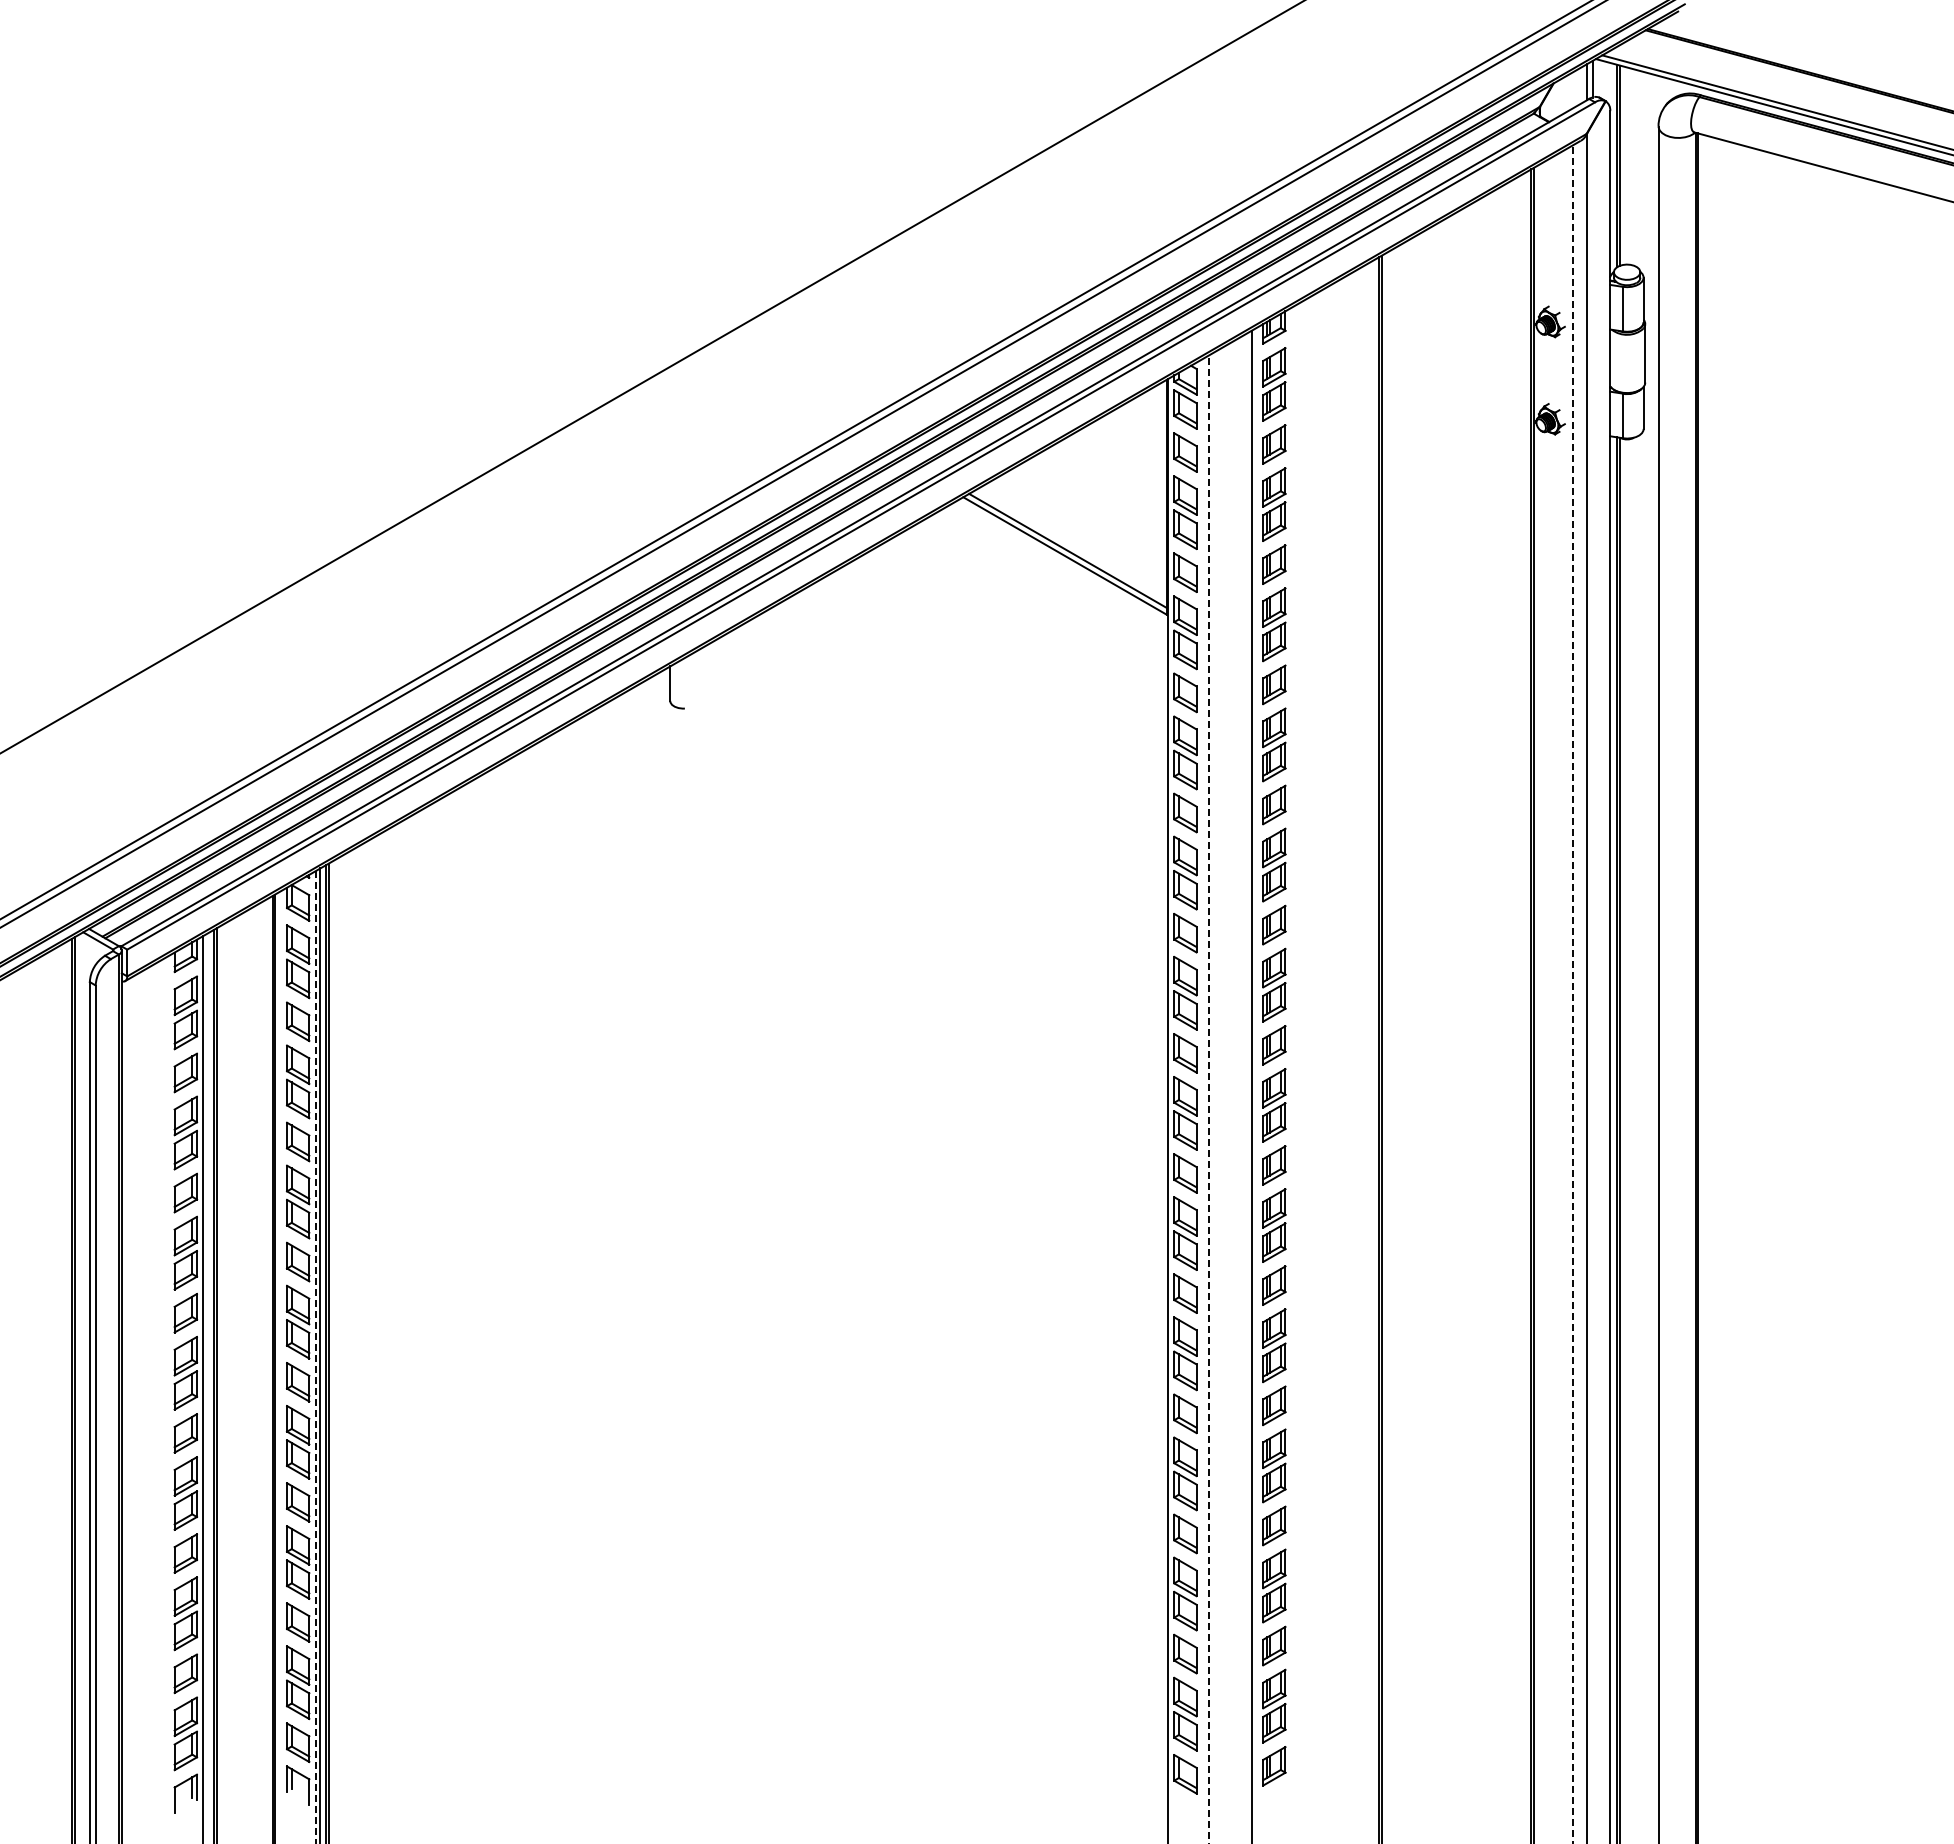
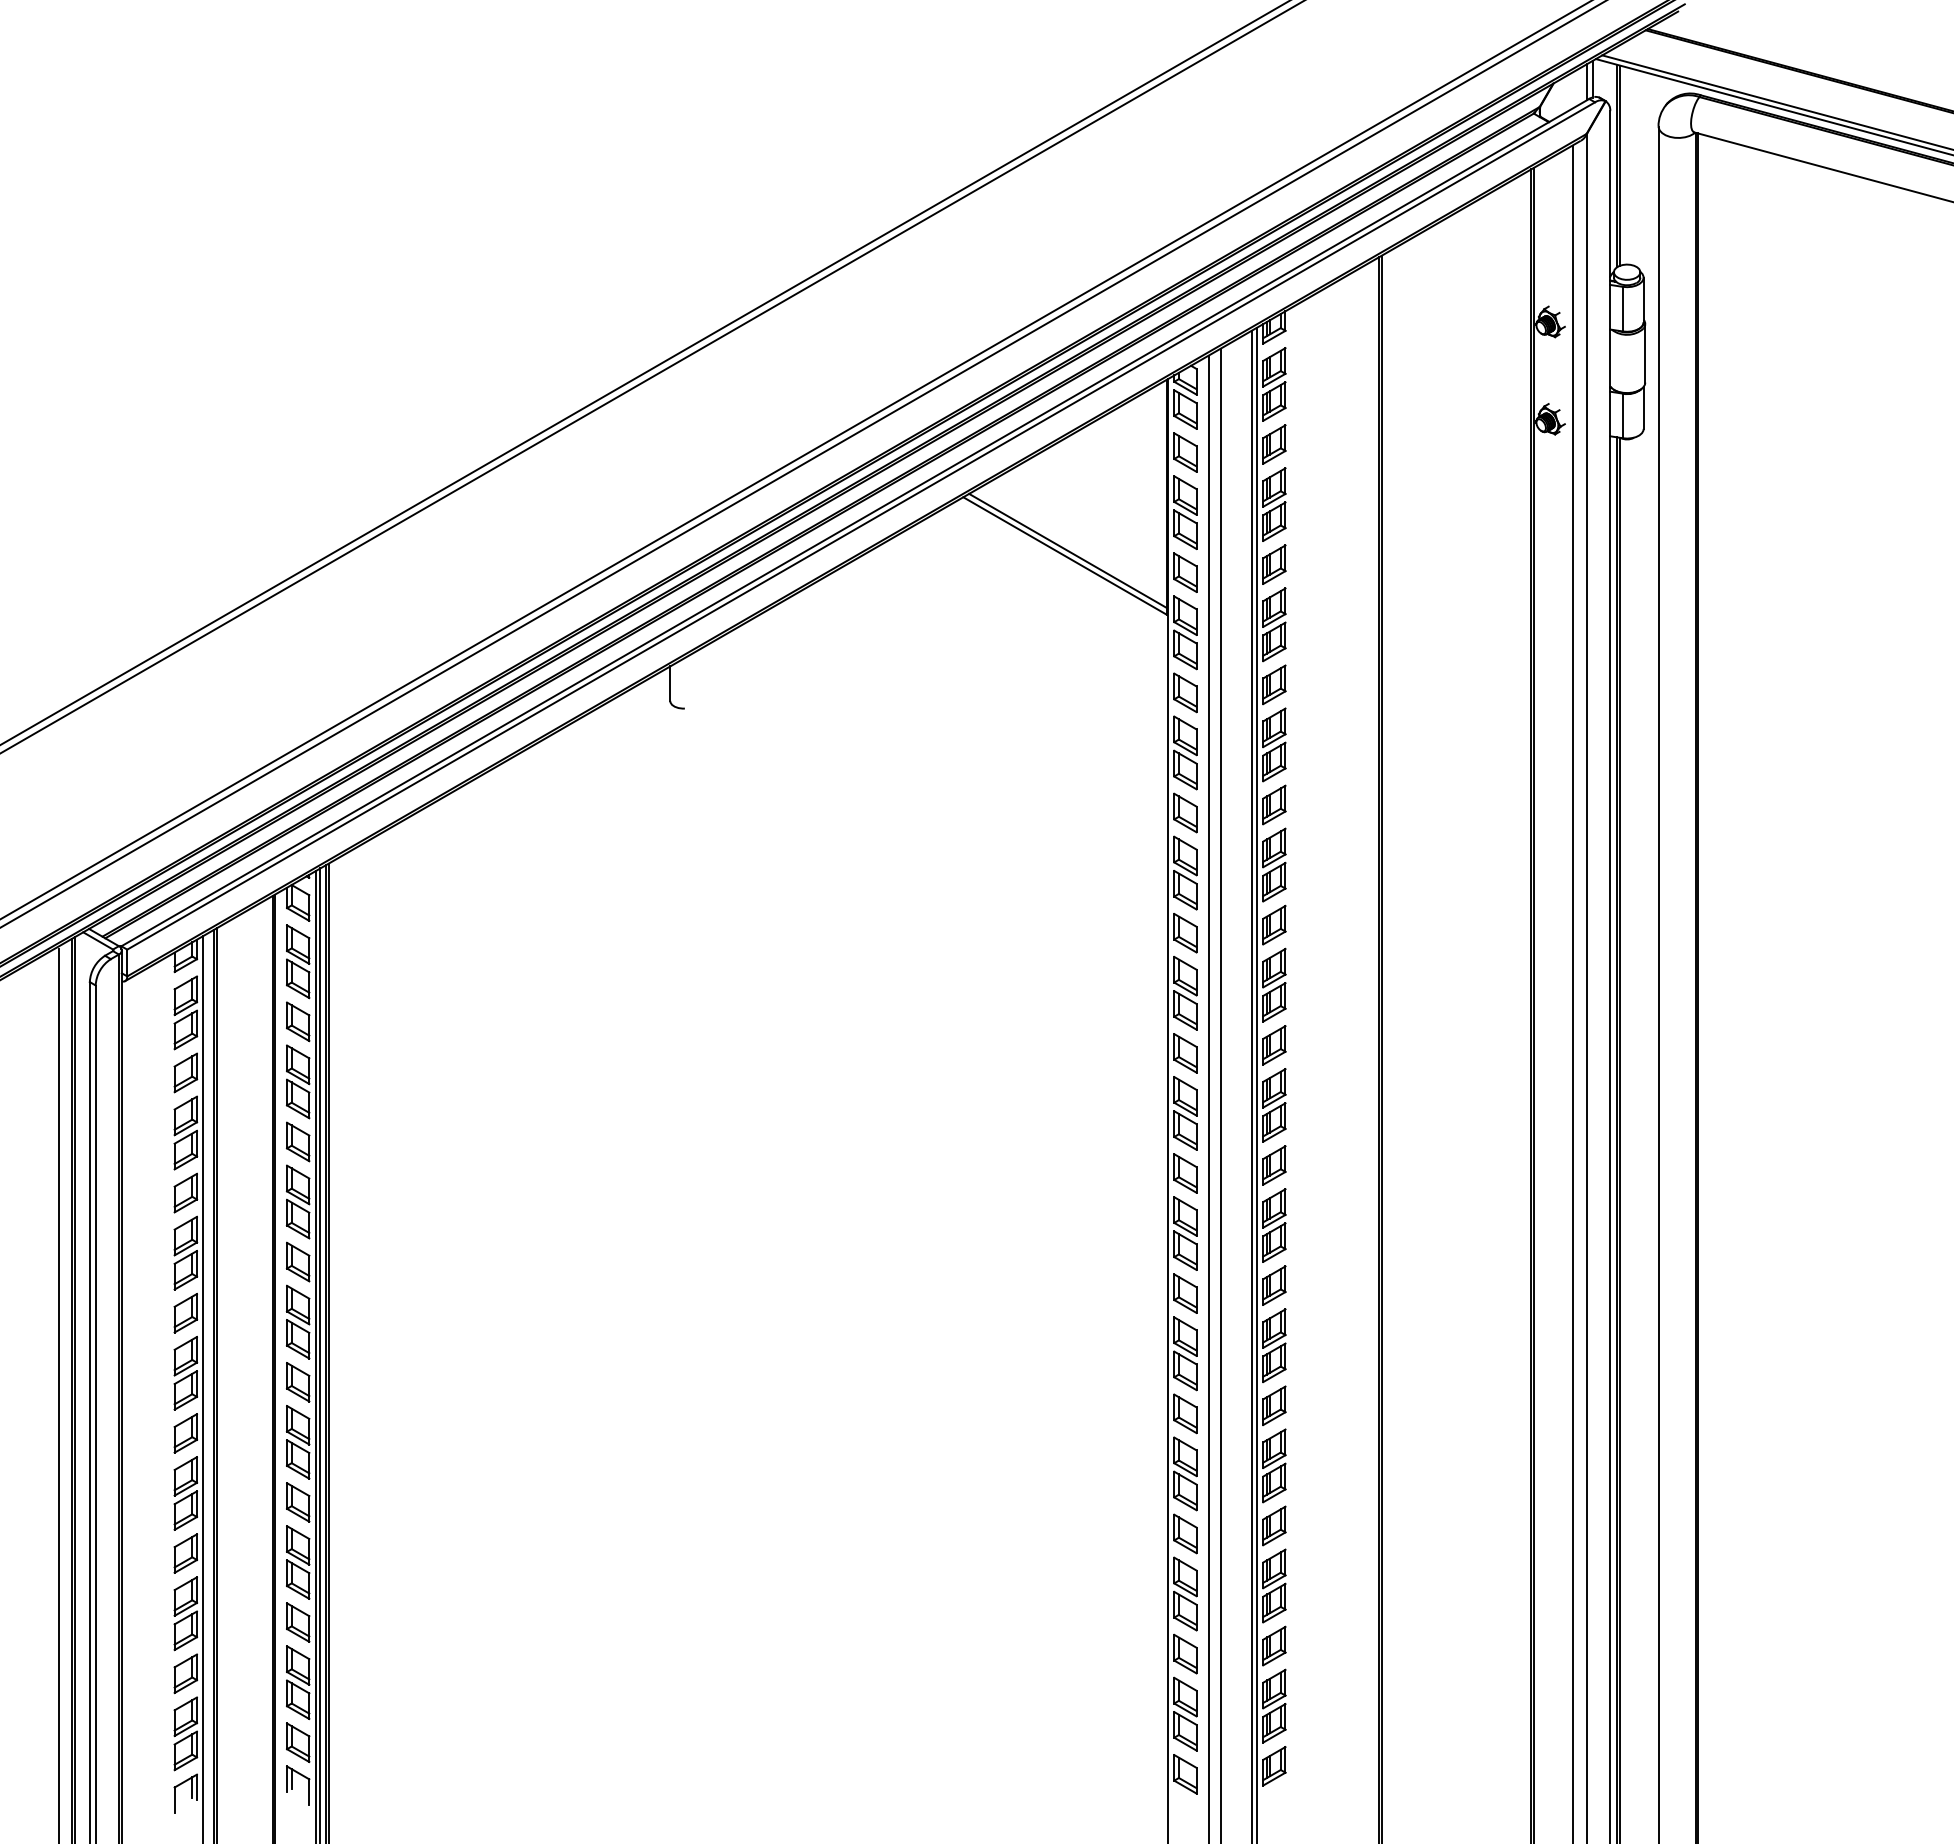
line at (644, 372): none -> present
line at (1572, 994): dashed -> solid
line at (1256, 1083): none -> present
line at (1220, 1094): none -> present
line at (1208, 1099): dashed -> solid
line at (315, 1358): dashed -> solid
line at (58, 1394): none -> present
